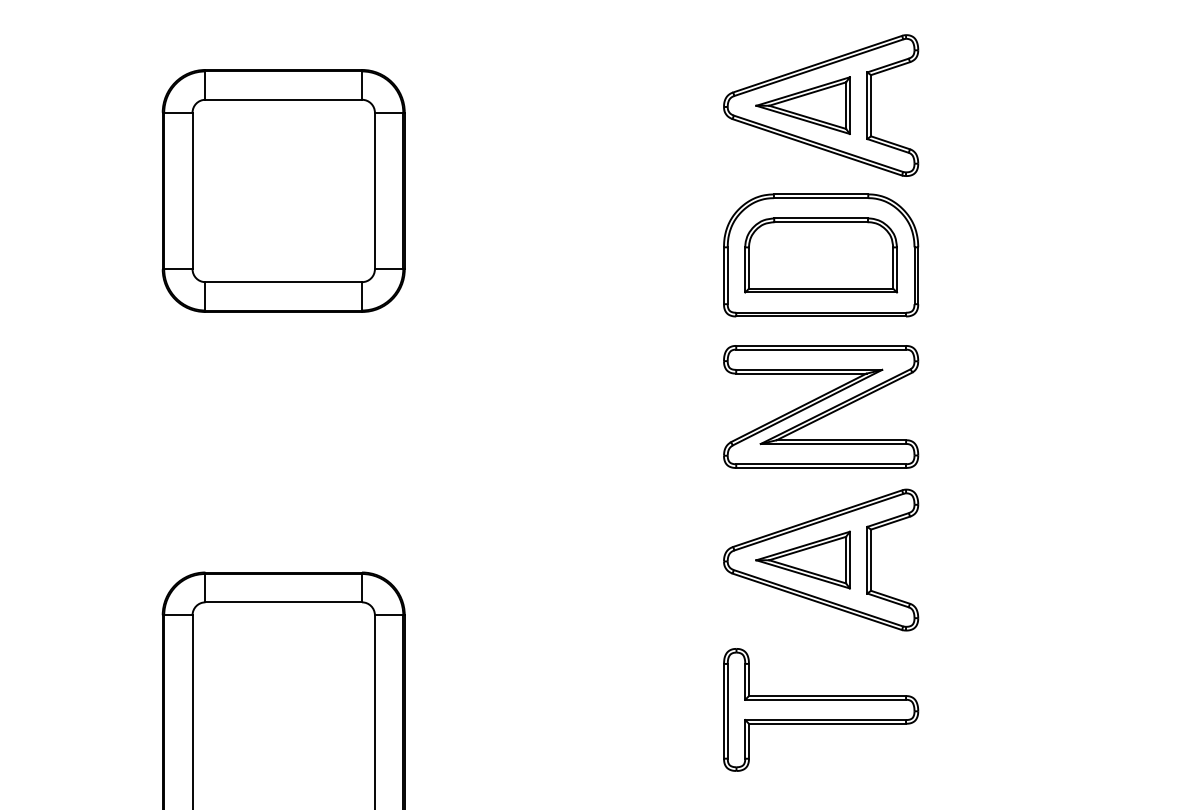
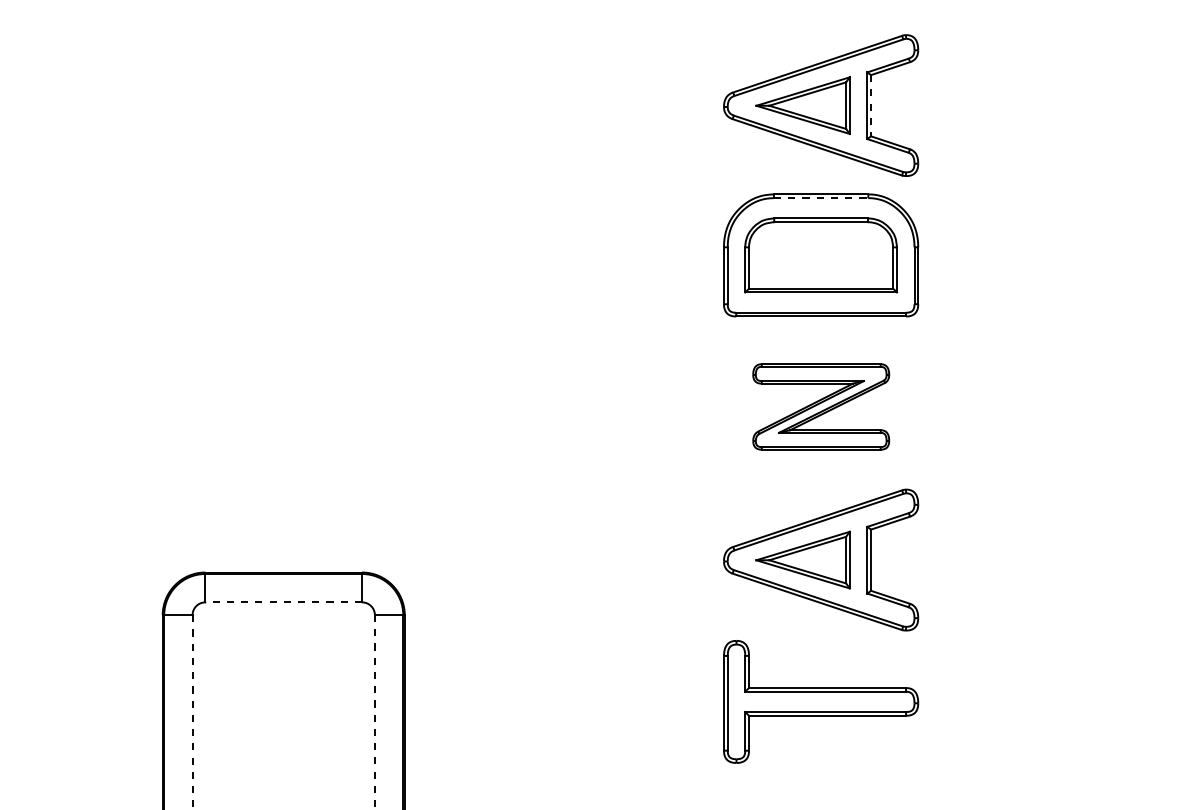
line at (871, 105): solid -> dashed
part at (283, 190): present -> none
line at (821, 198): solid -> dashed
part at (821, 406) size: 197x124 px -> 139x88 px
line at (283, 602): solid -> dashed
part at (821, 709) position: (821, 709) -> (821, 701)
line at (192, 712): solid -> dashed
line at (374, 712): solid -> dashed
